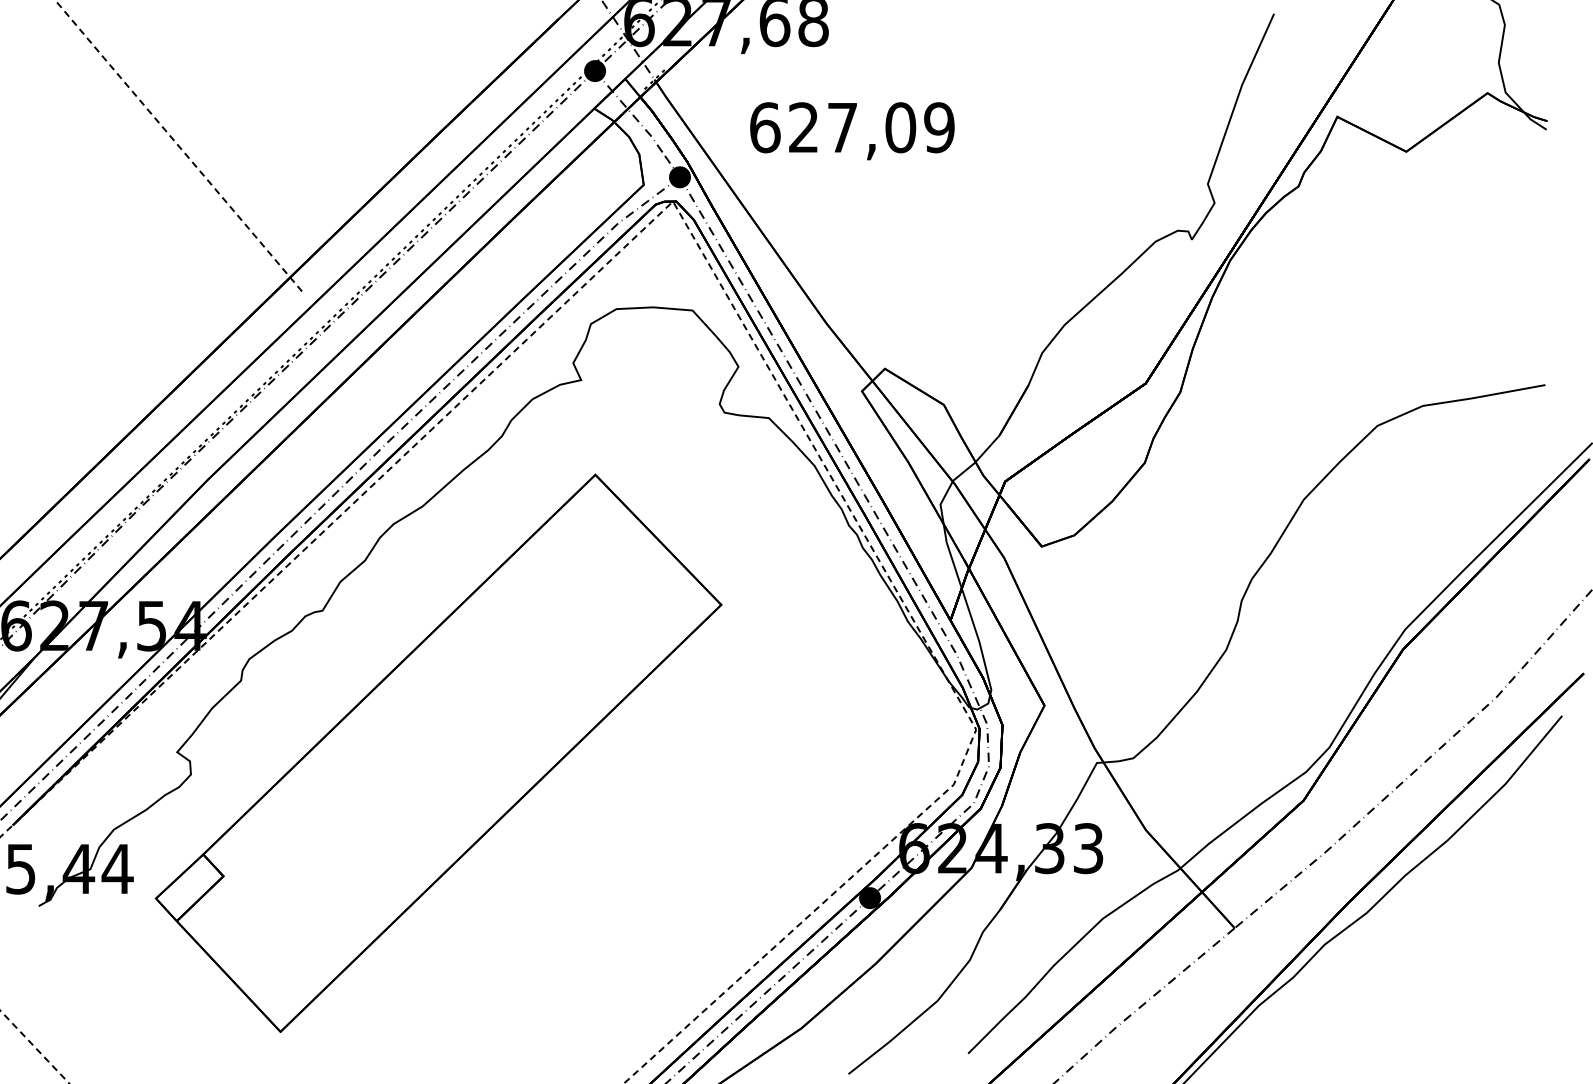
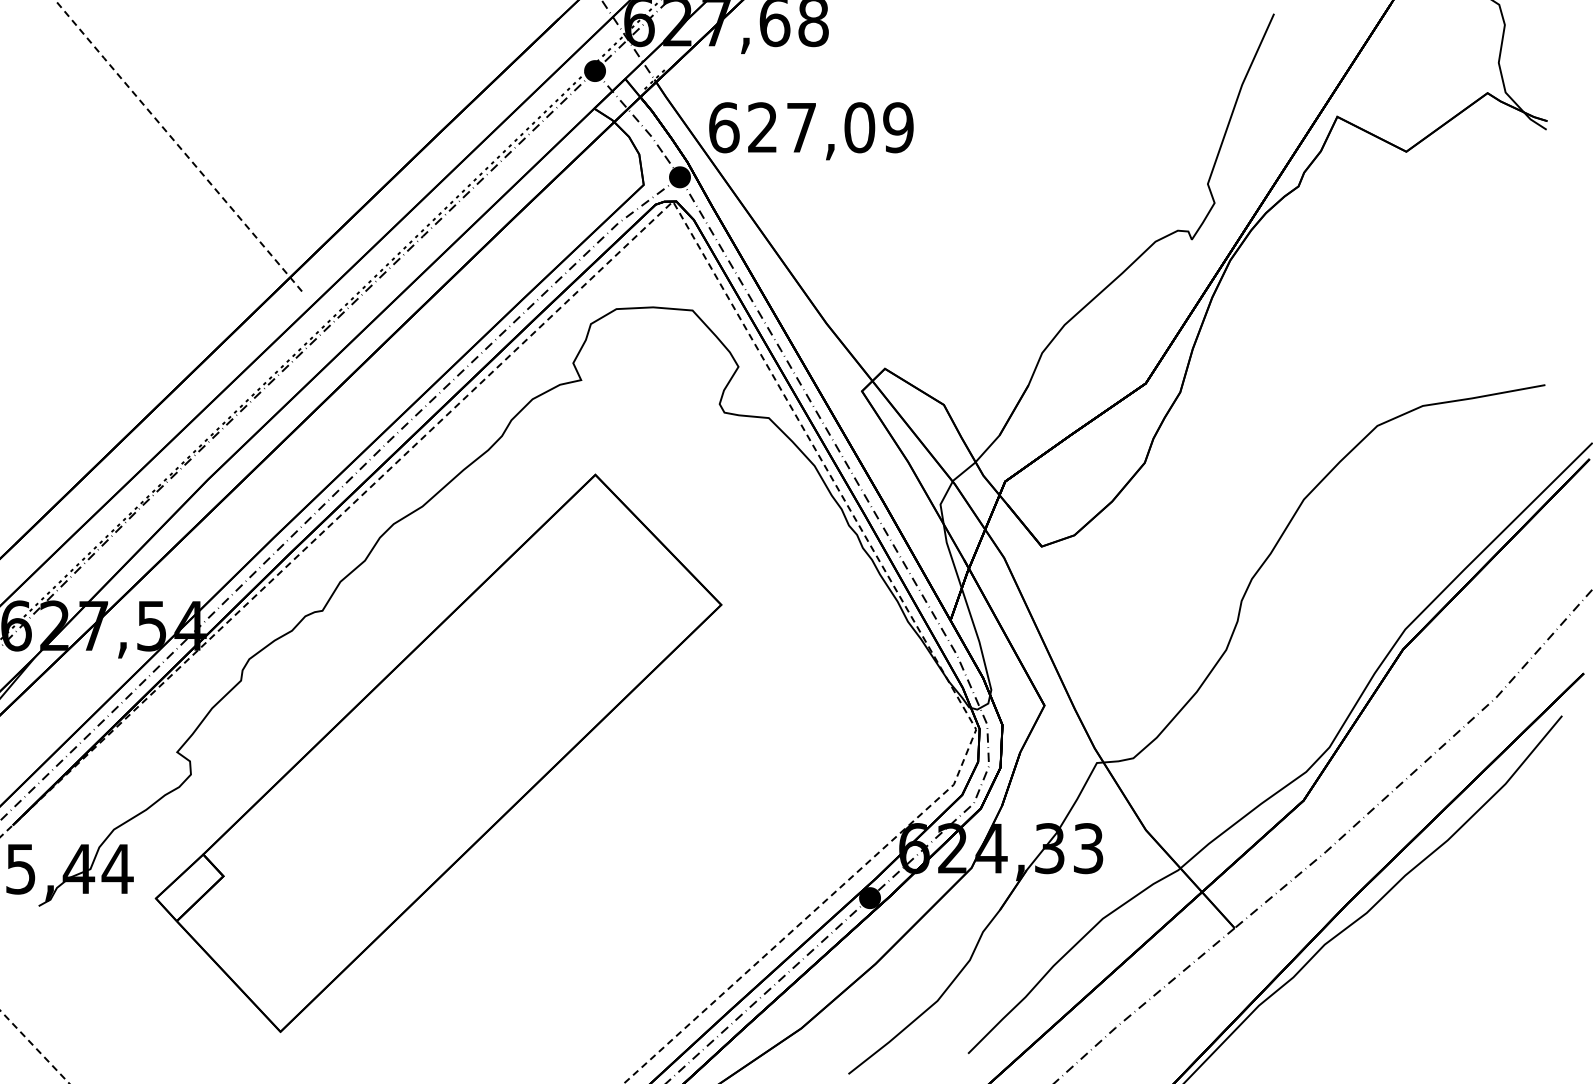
text at (852, 131) position: (852, 131) -> (811, 131)
